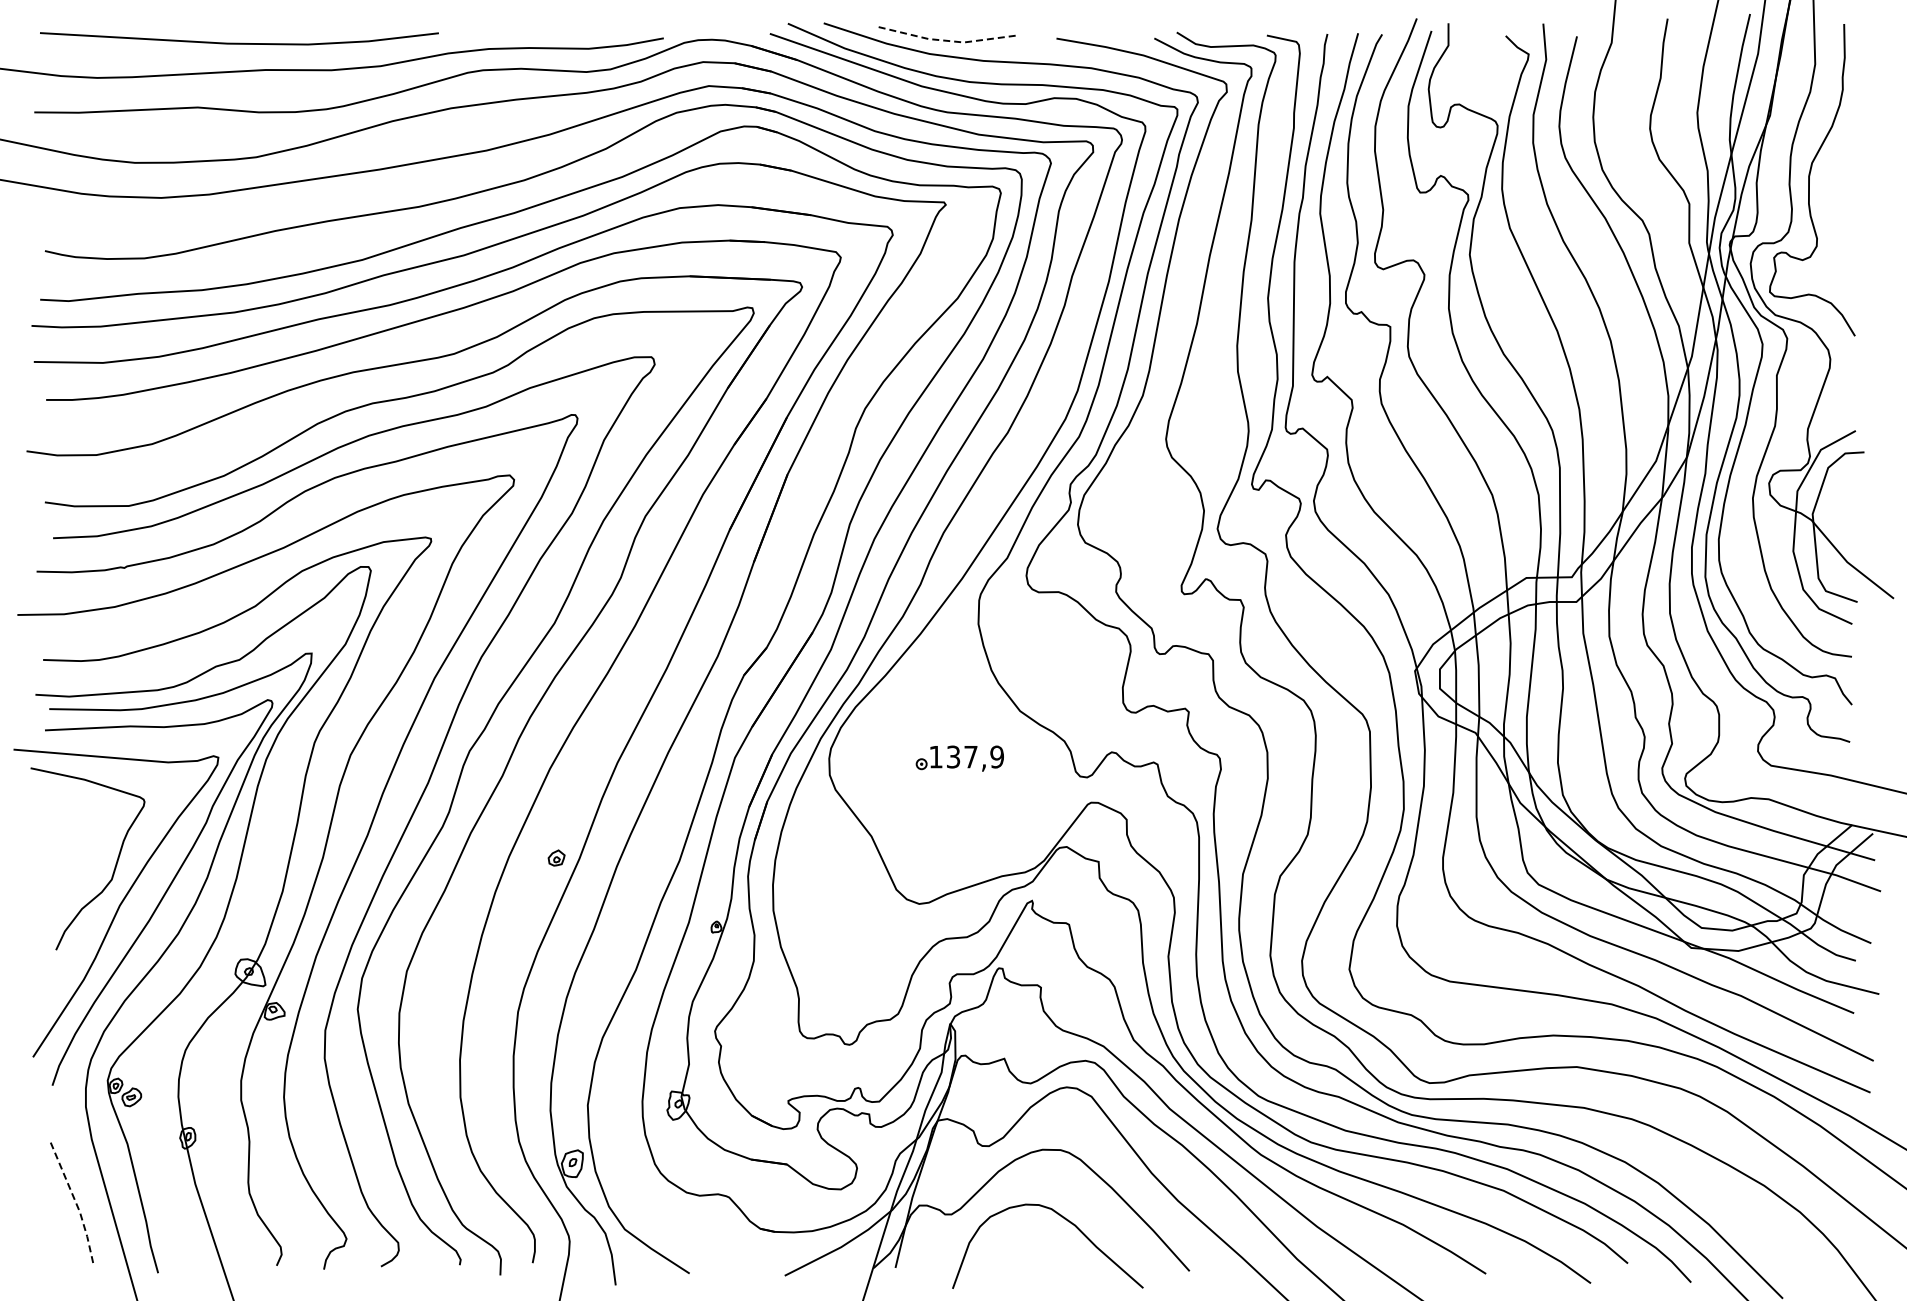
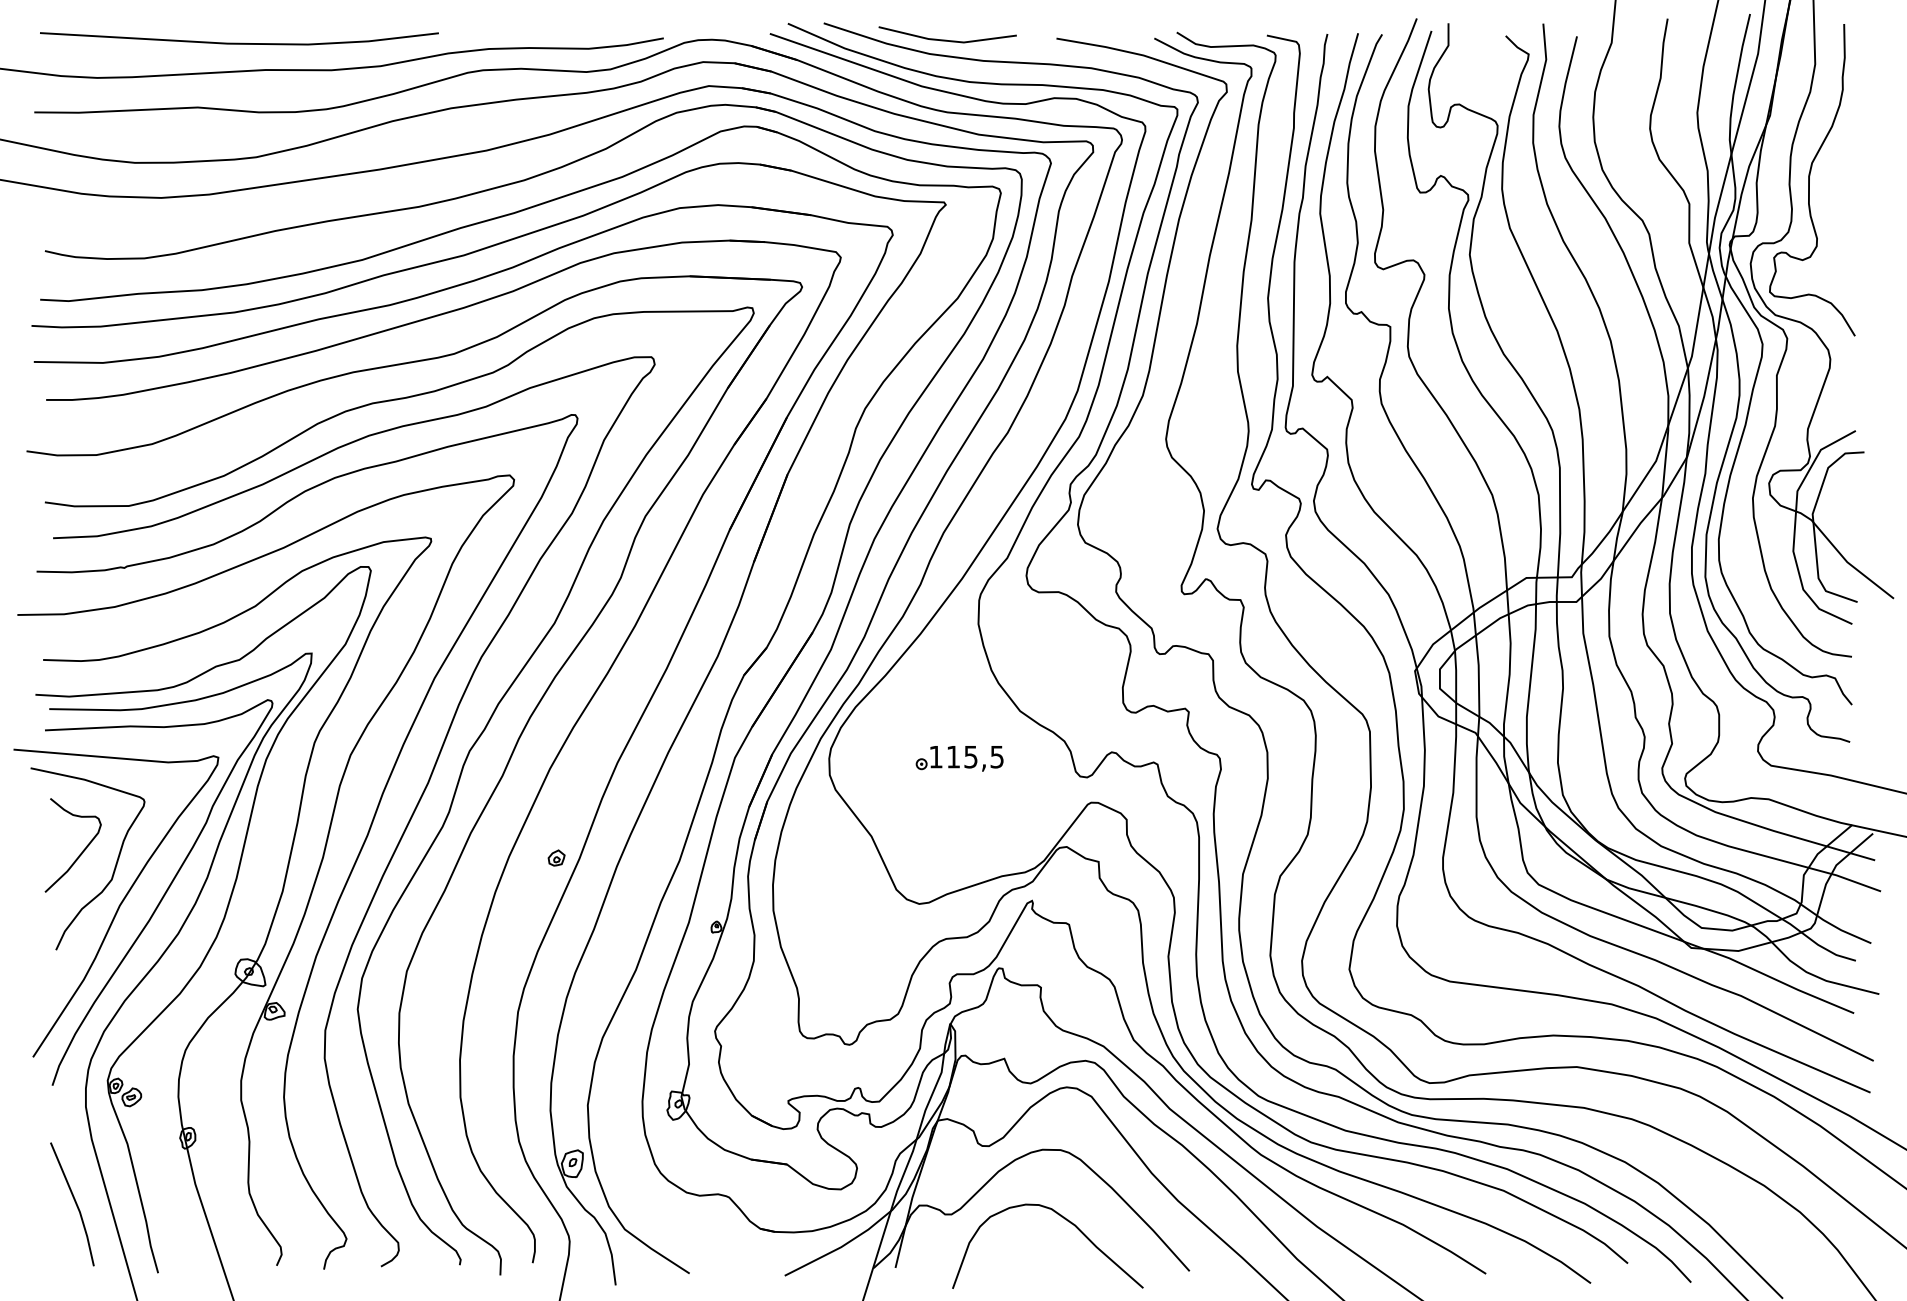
line at (947, 40): dashed -> solid
text at (975, 756): 137,9 -> 115,5
curve at (82, 850): none -> present
line at (76, 1204): dashed -> solid
